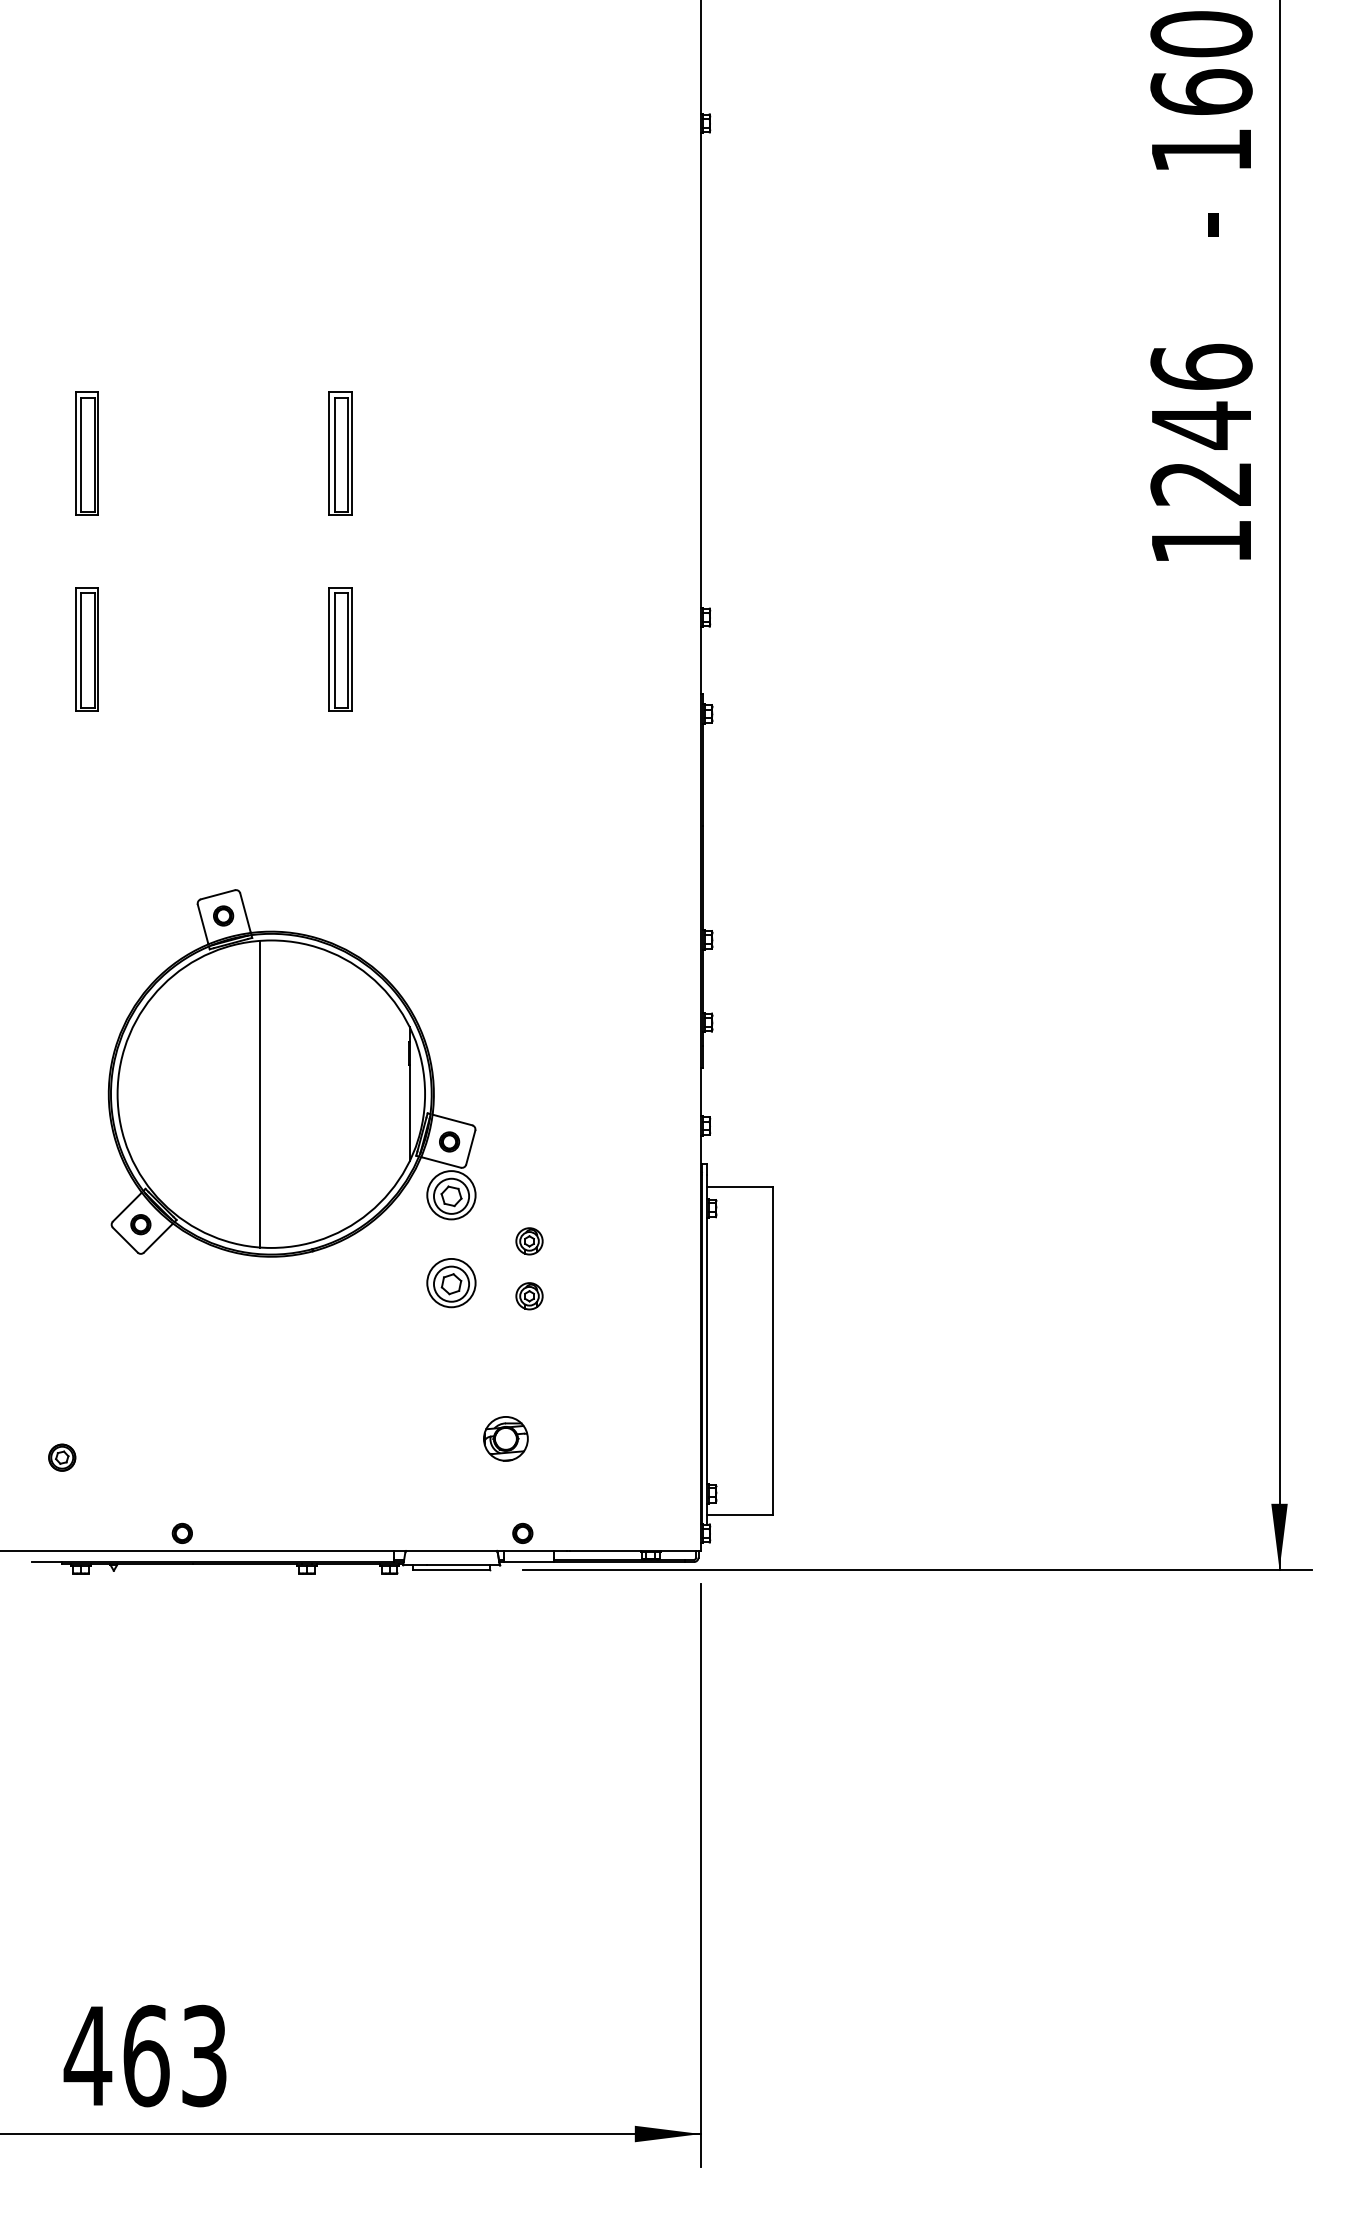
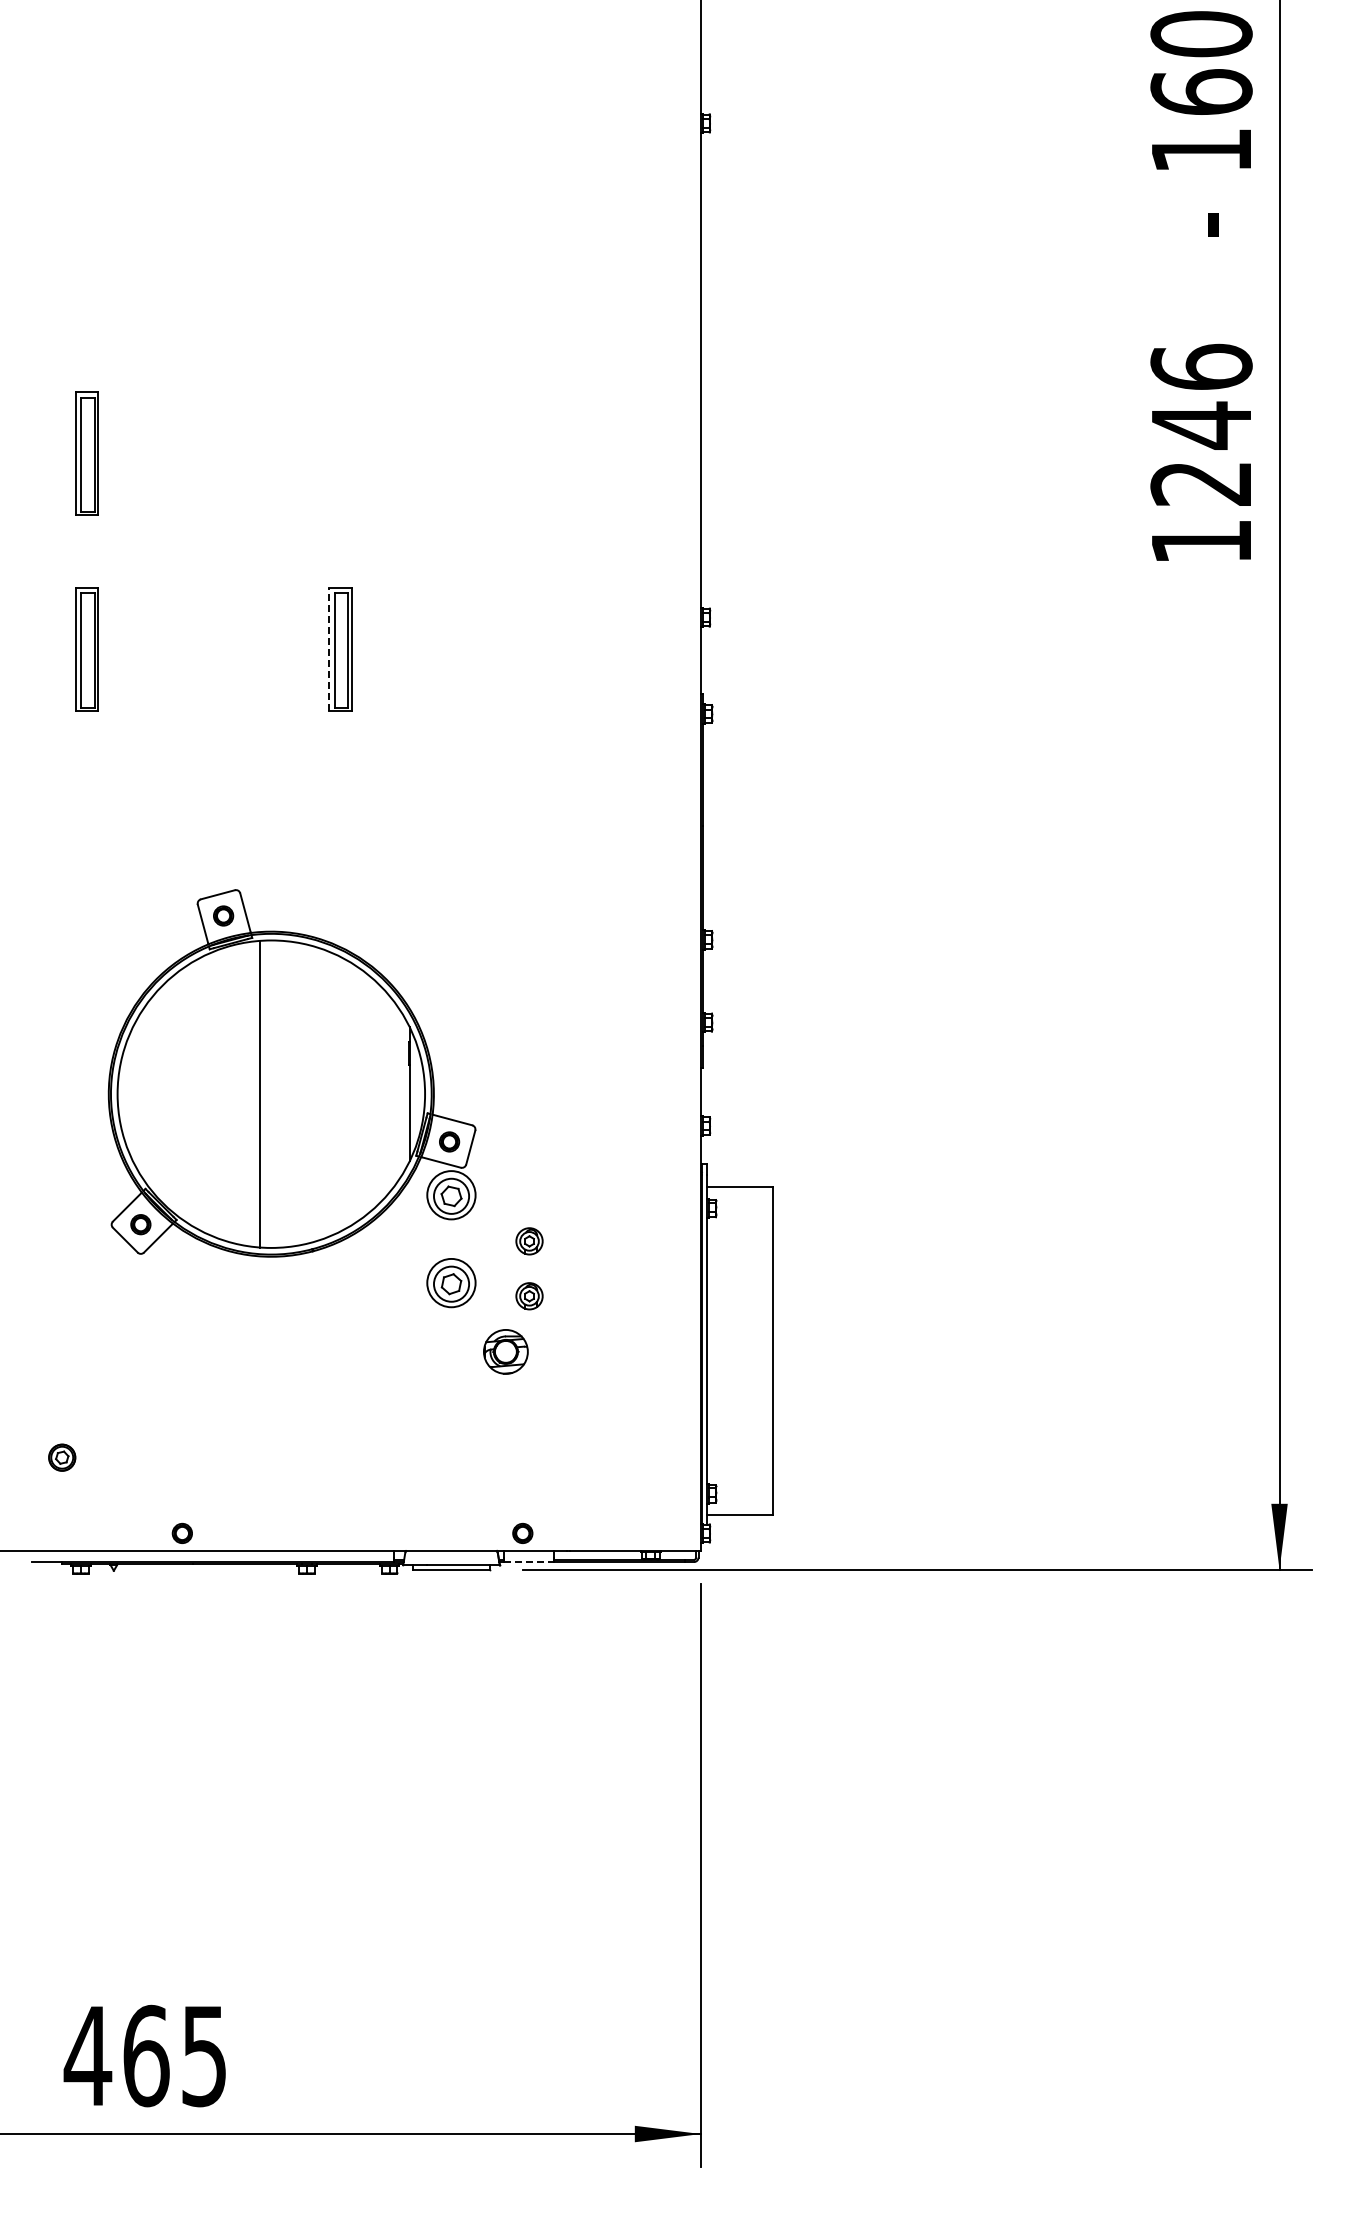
part at (340, 453): present -> none
line at (328, 648): solid -> dashed
part at (505, 1438) position: (505, 1438) -> (505, 1351)
line at (528, 1562): solid -> dashed
text at (204, 2055): 463 -> 465
